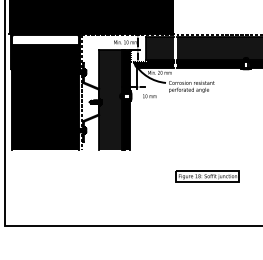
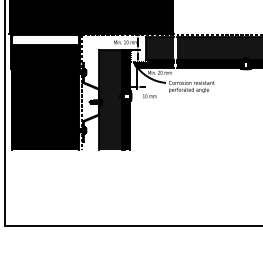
part at (207, 176): present -> none
